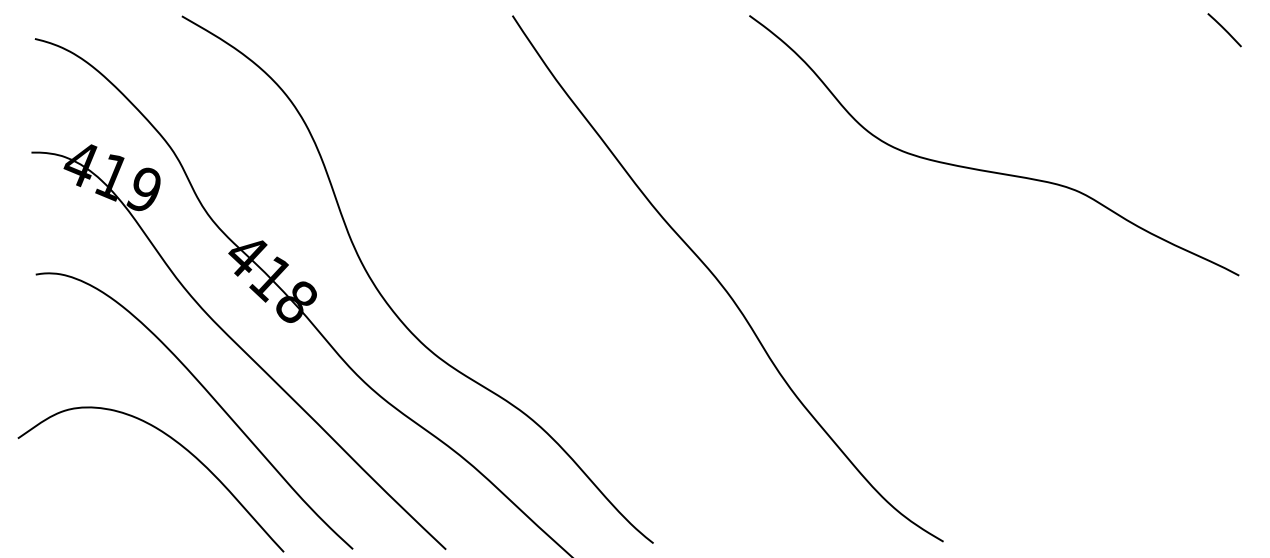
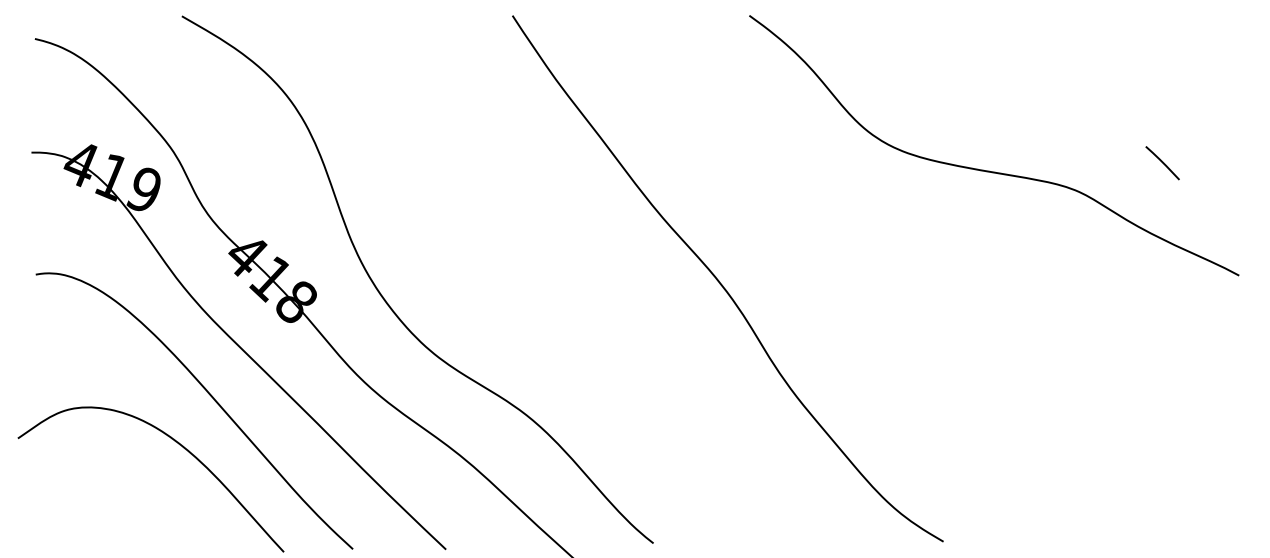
line at (1224, 30) position: (1224, 30) -> (1162, 163)
